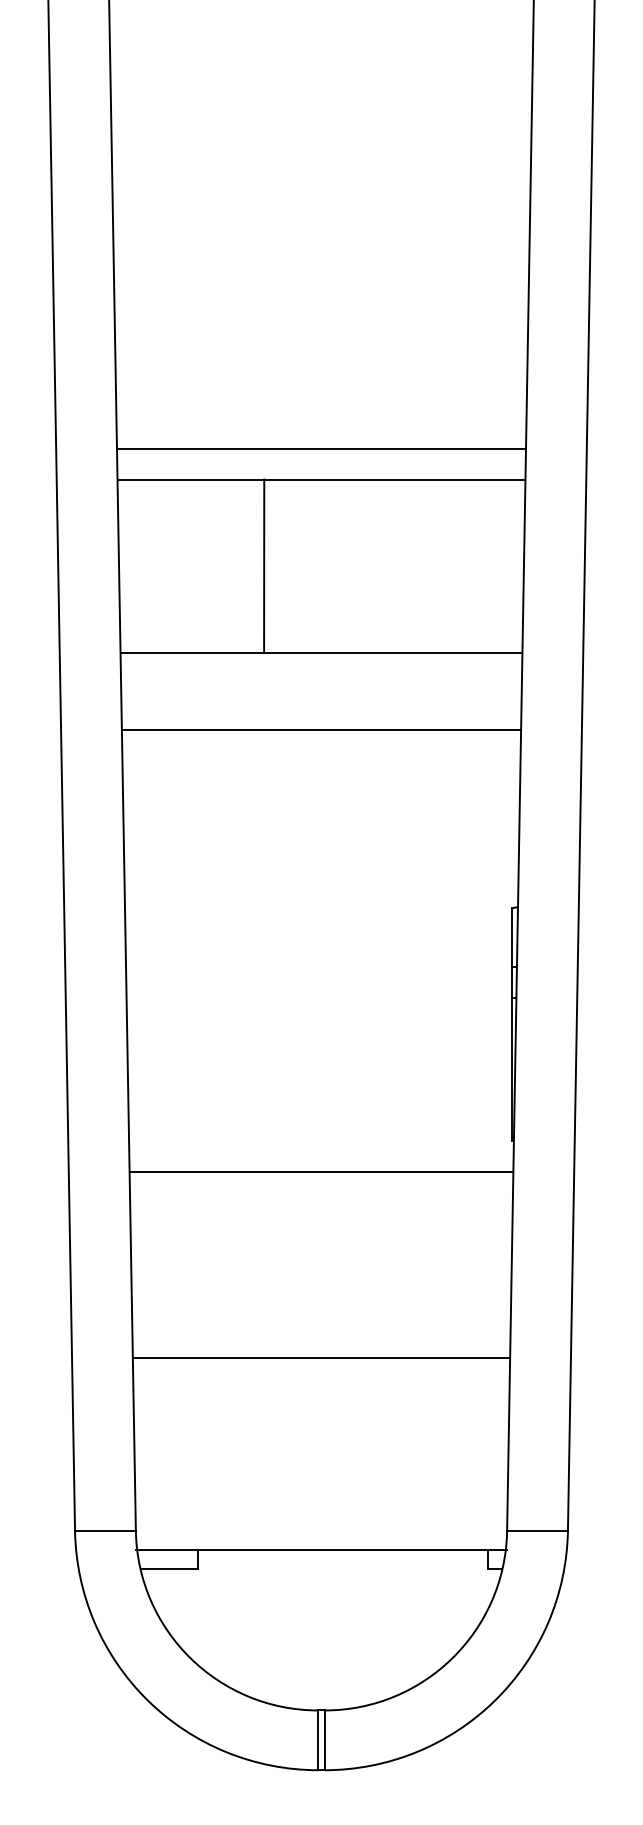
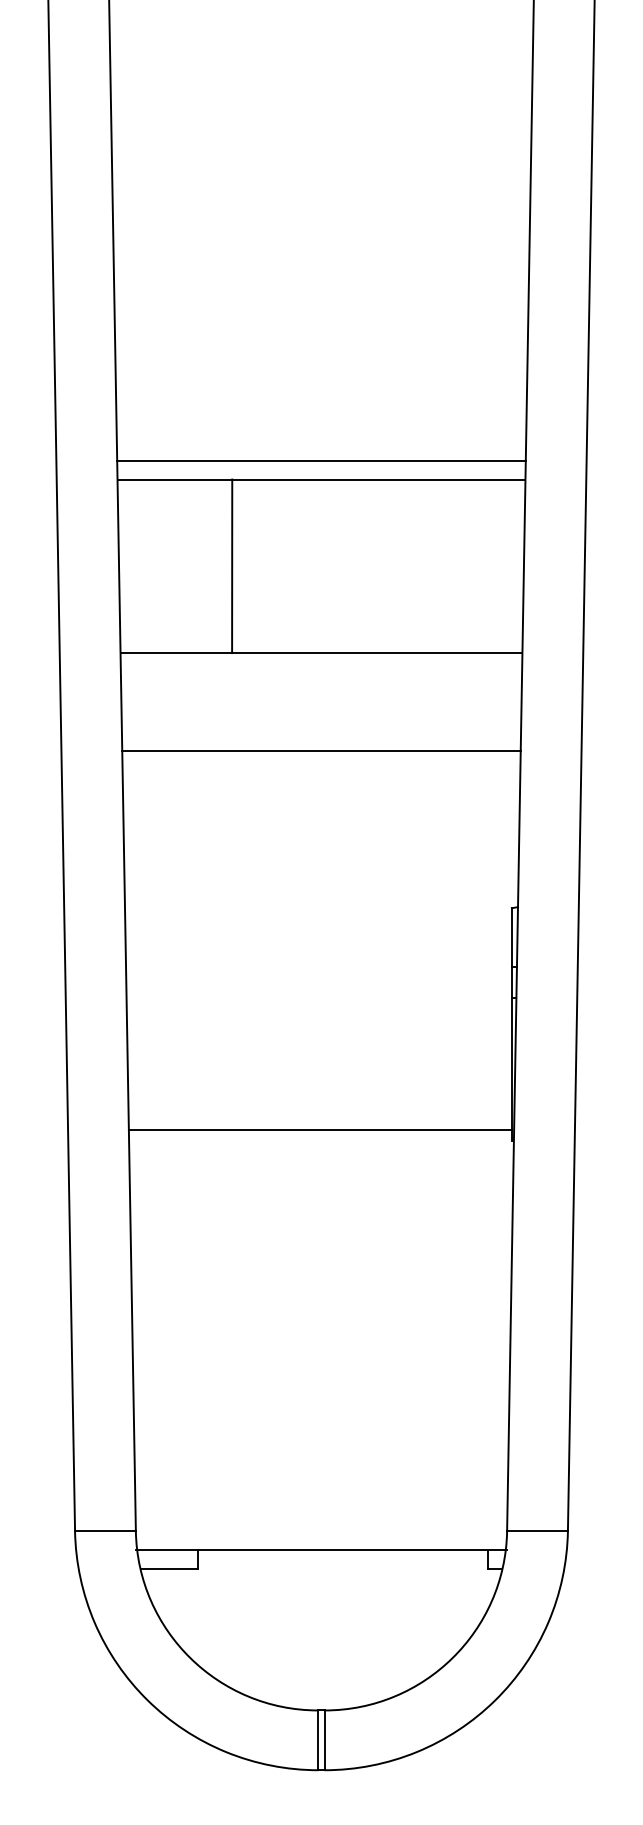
line at (321, 449) position: (321, 449) -> (321, 461)
line at (264, 566) position: (264, 566) -> (232, 566)
line at (321, 730) position: (321, 730) -> (321, 751)
line at (320, 1172) position: (320, 1172) -> (320, 1130)
line at (321, 1357): present -> none
